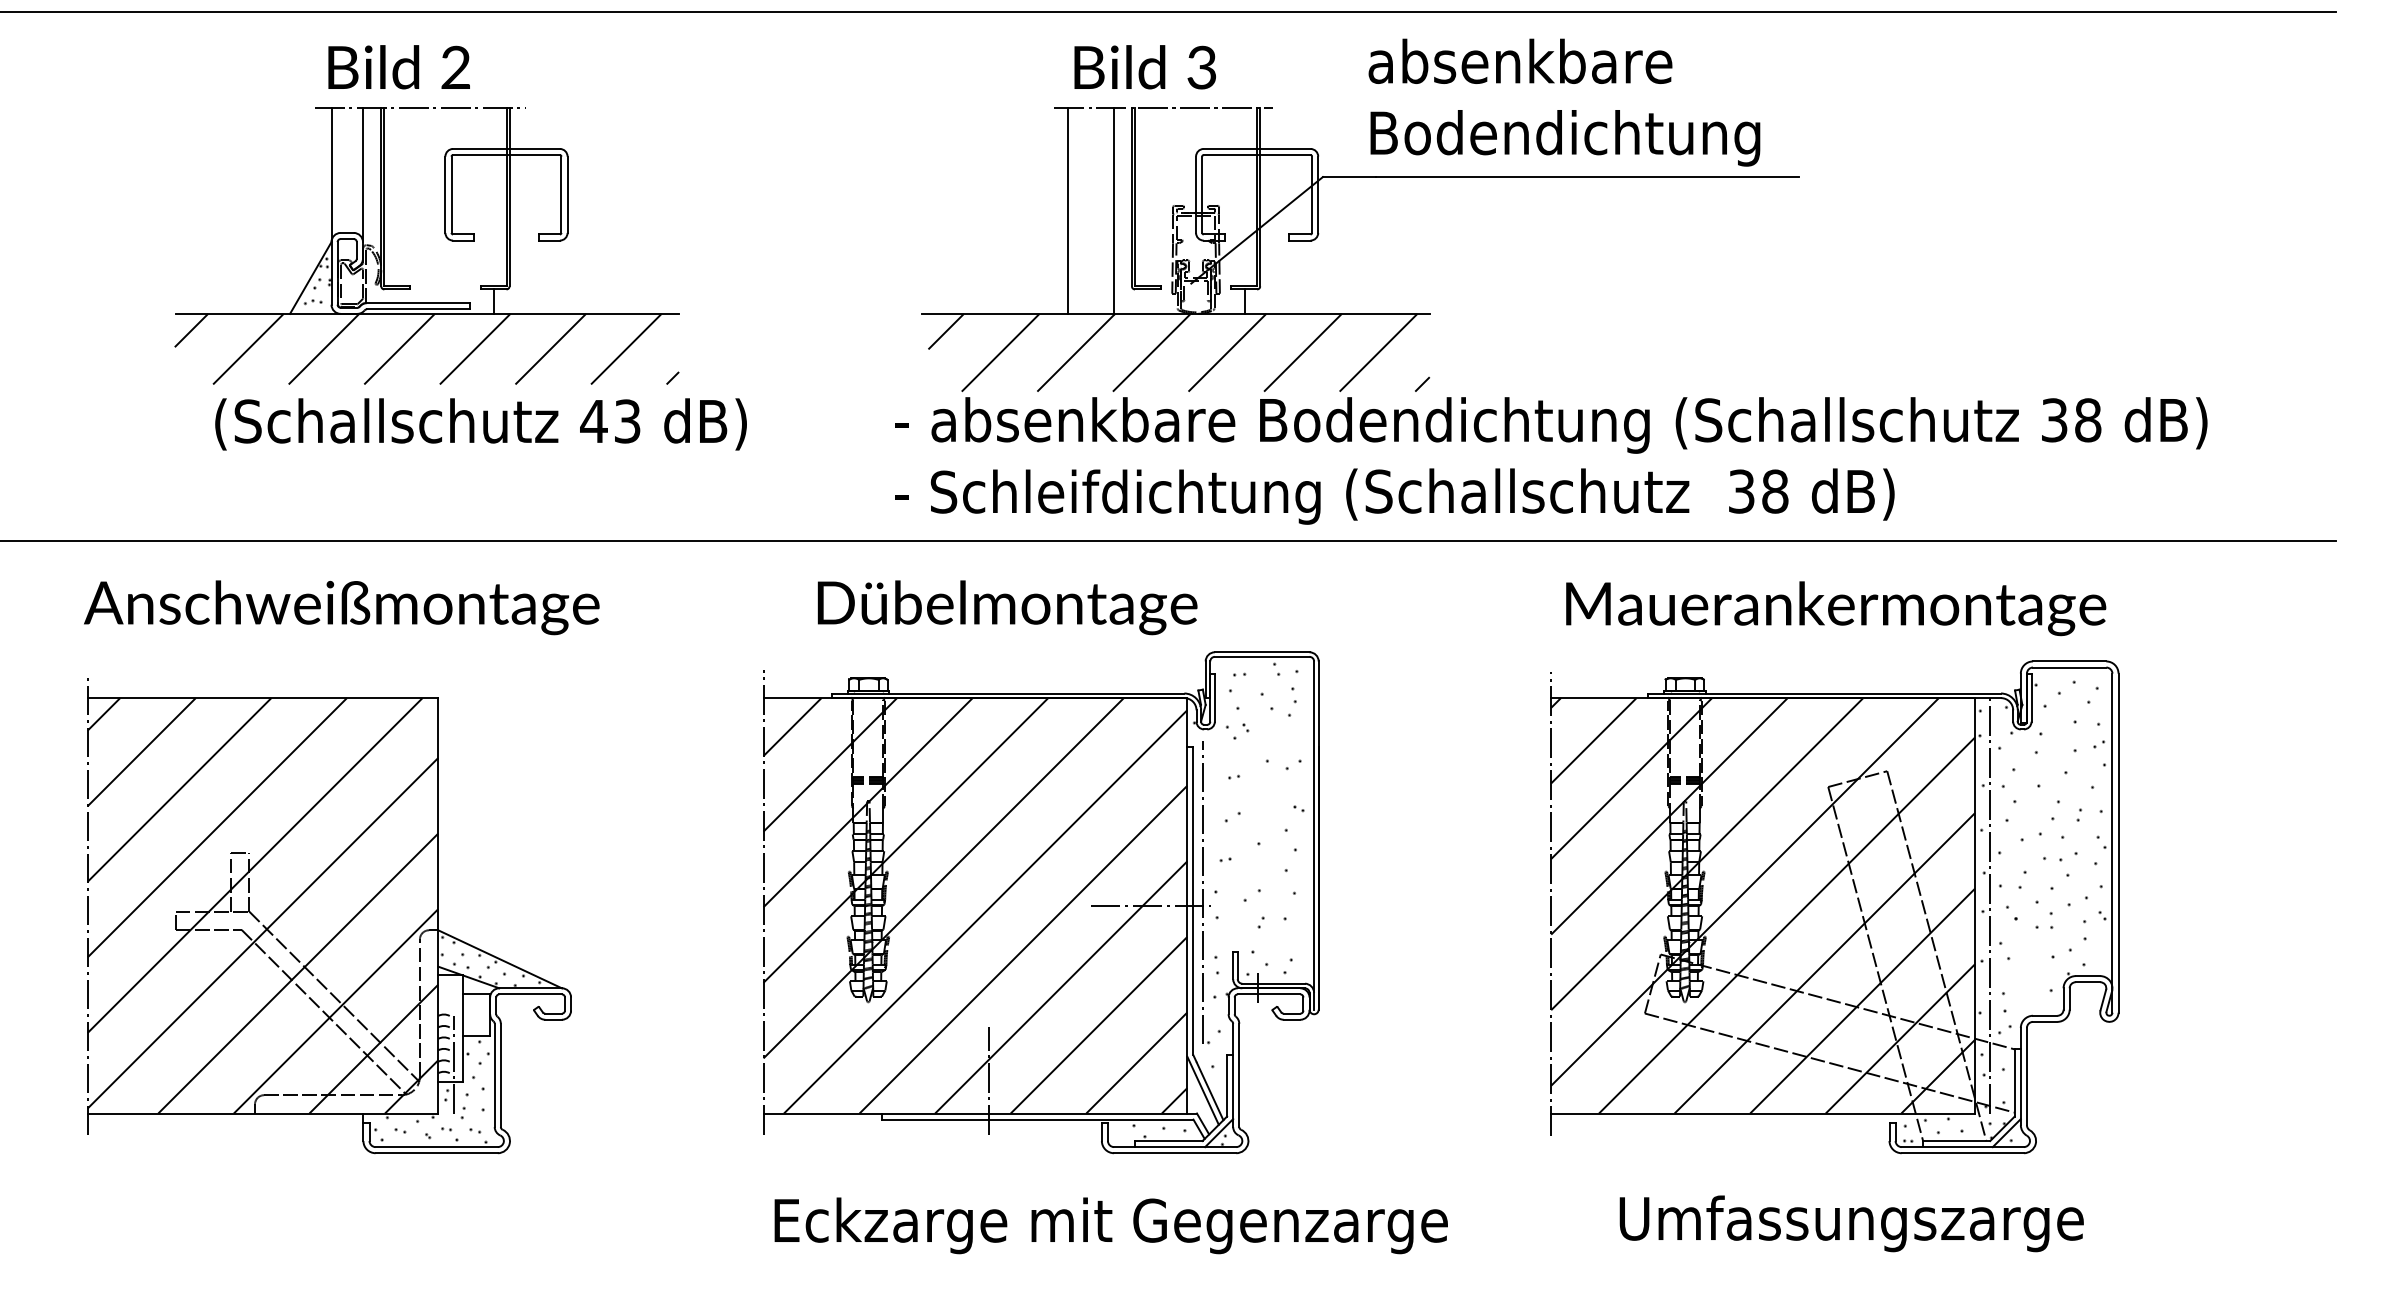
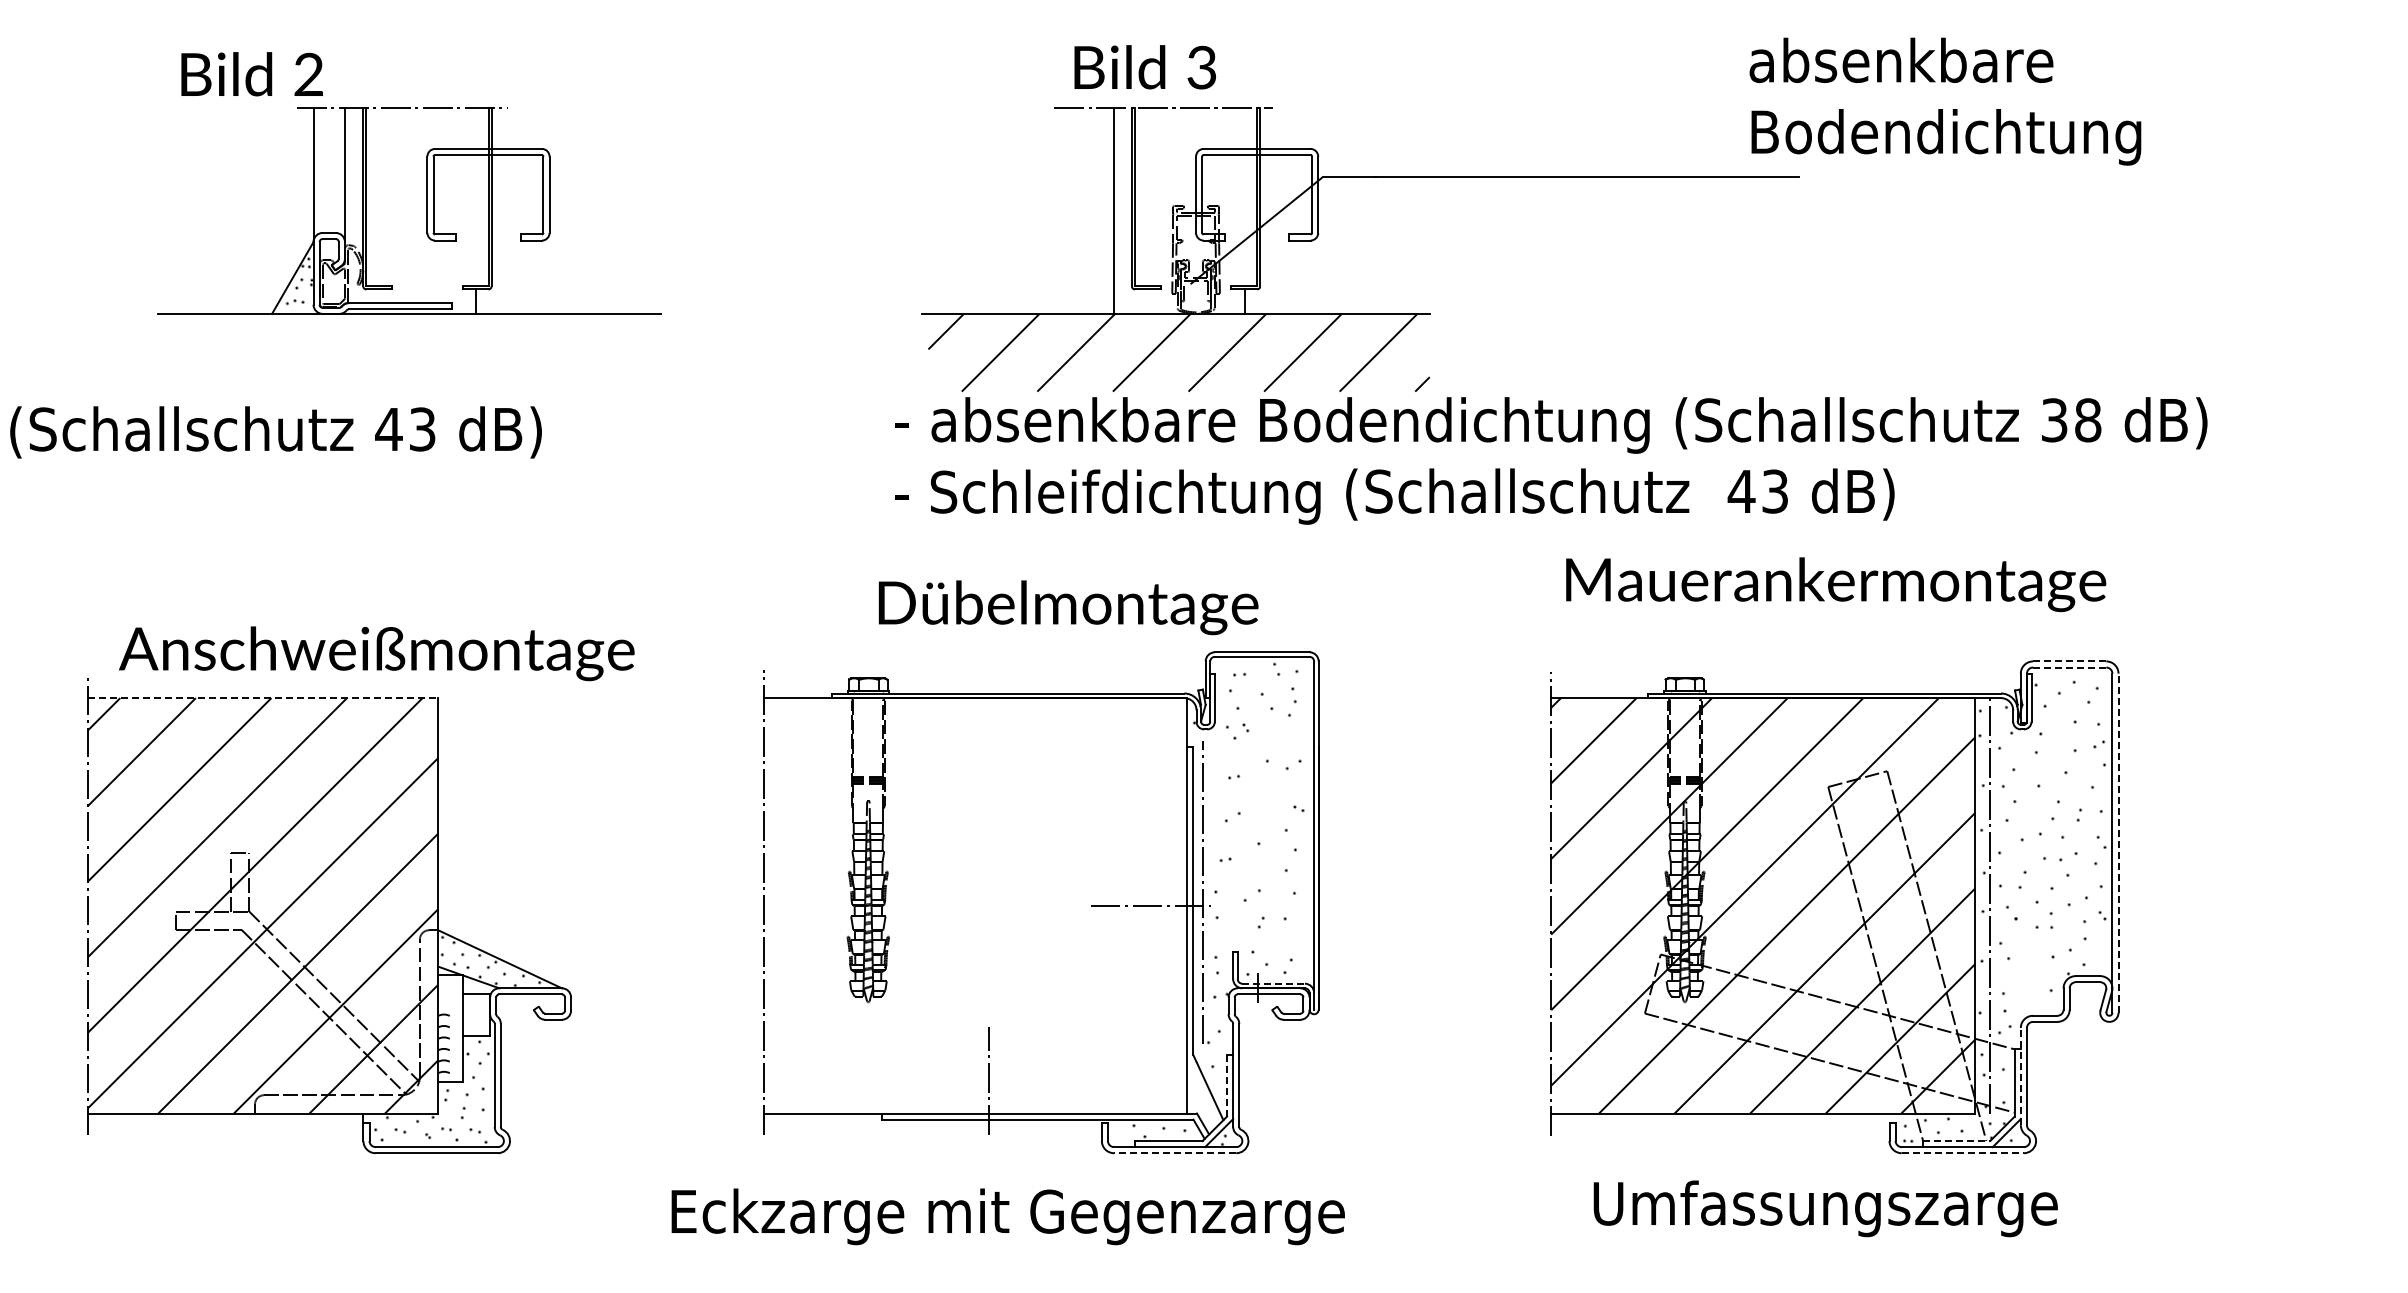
line at (1168, 12): present -> none
text at (398, 67) position: (398, 67) -> (251, 74)
text at (1564, 102) position: (1564, 102) -> (1945, 101)
line at (1067, 210): present -> none
part at (445, 237) position: (445, 237) -> (427, 237)
text at (480, 424) position: (480, 424) -> (275, 432)
text at (1757, 491): 38 -> 43
line at (1168, 540): present -> none
text at (341, 607) position: (341, 607) -> (376, 653)
text at (1007, 607) position: (1007, 607) -> (1068, 607)
text at (1836, 608) position: (1836, 608) -> (1836, 584)
line at (2069, 661): solid -> dashed
line at (2069, 667): solid -> dashed
line at (263, 698): solid -> dashed
line at (2118, 843): solid -> dashed
hatch at (975, 905): present -> none
line at (1274, 983): solid -> dashed
line at (453, 1064): present -> none
line at (2020, 1076): solid -> dashed
line at (1227, 1086): solid -> dashed
line at (1202, 1090): present -> none
line at (1956, 1141): solid -> dashed
line at (1174, 1153): solid -> dashed
line at (1963, 1153): solid -> dashed
text at (1851, 1223) position: (1851, 1223) -> (1825, 1208)
text at (1110, 1225) position: (1110, 1225) -> (1007, 1216)
